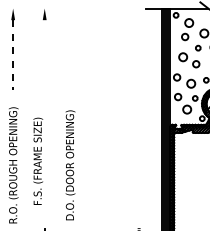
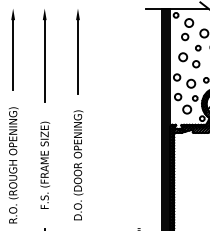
part at (77, 51): none -> present
line at (13, 54): dashed -> solid
line at (44, 60): none -> present
text at (38, 160) position: (38, 160) -> (45, 164)
text at (70, 165) position: (70, 165) -> (78, 165)
